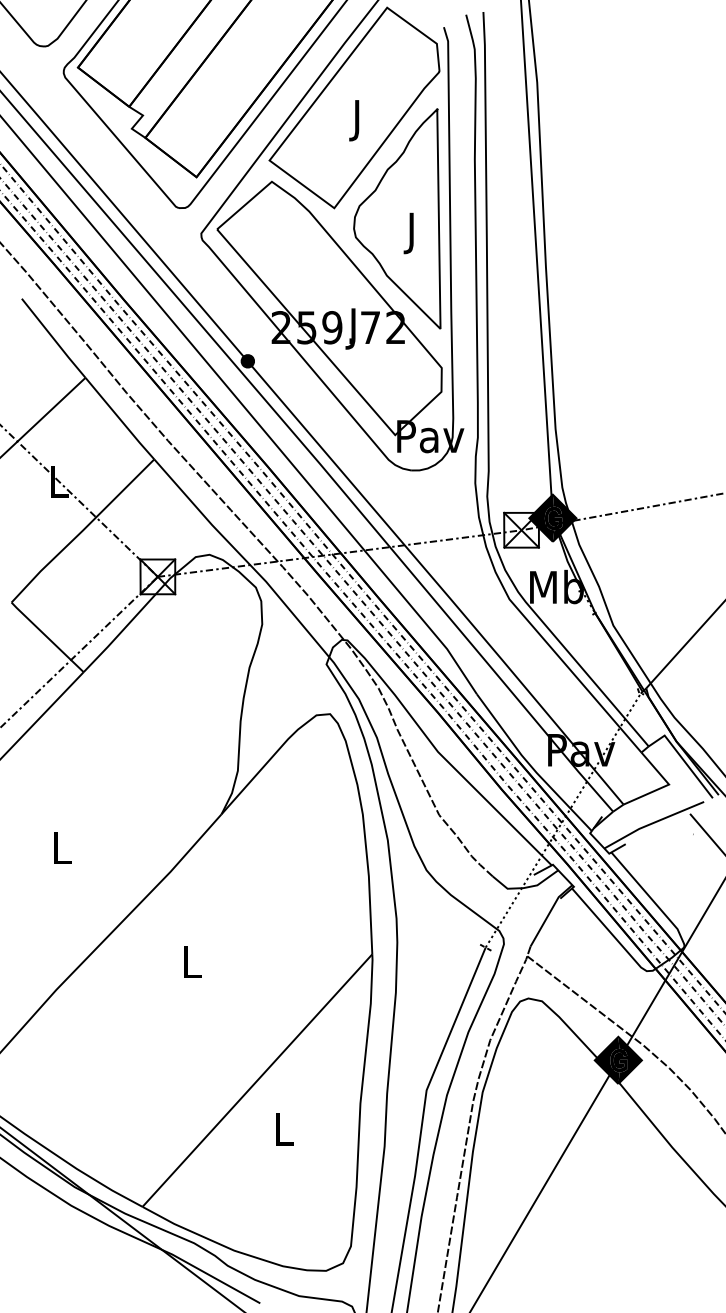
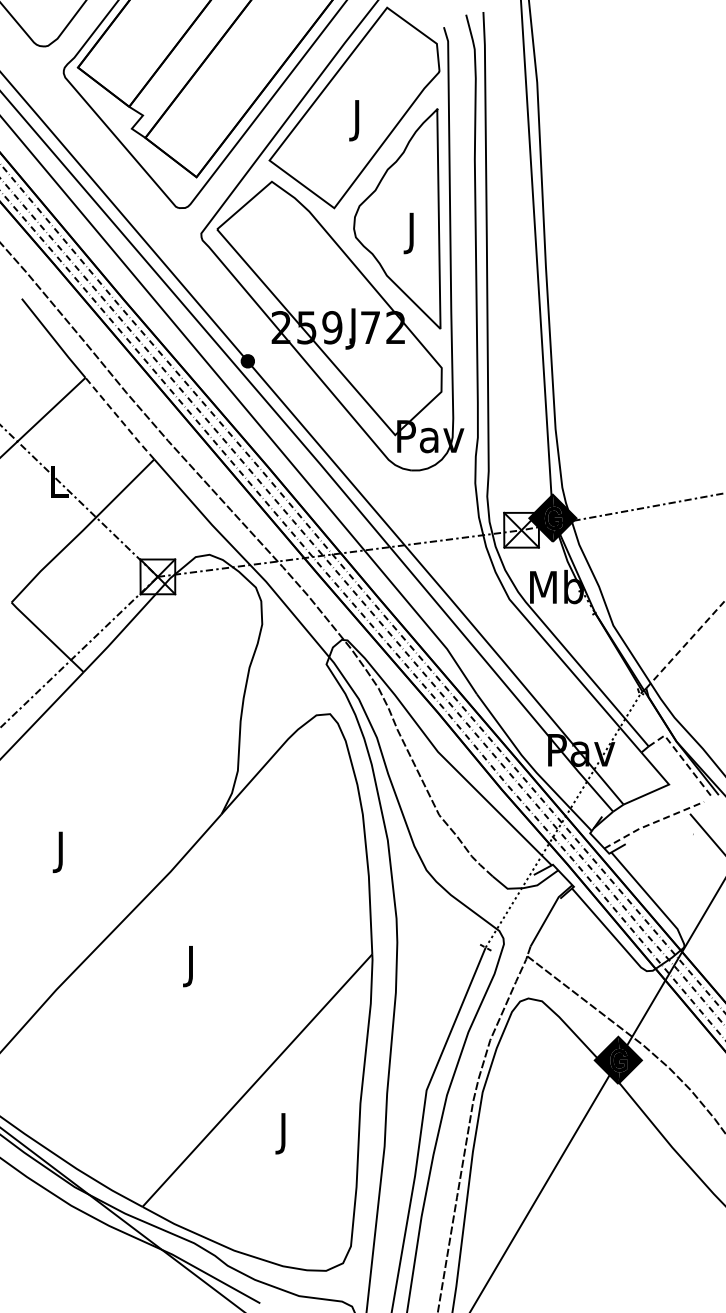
line at (119, 419): solid -> dashed
line at (686, 643): solid -> dashed
line at (682, 759): solid -> dashed
line at (652, 823): solid -> dashed
text at (61, 852): L -> J
text at (192, 966): L -> J
text at (284, 1133): L -> J
